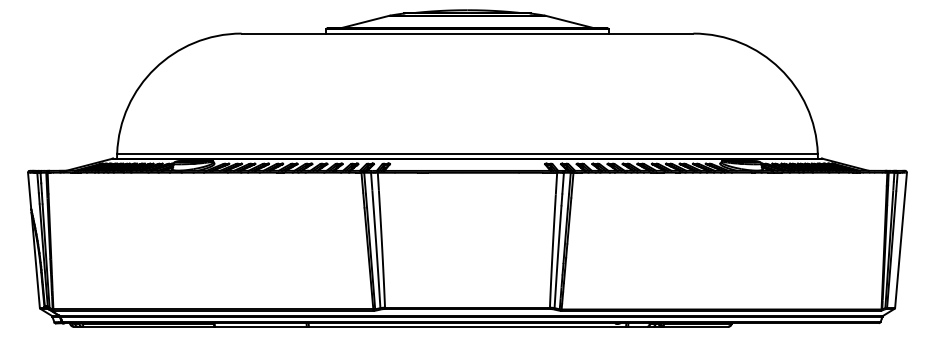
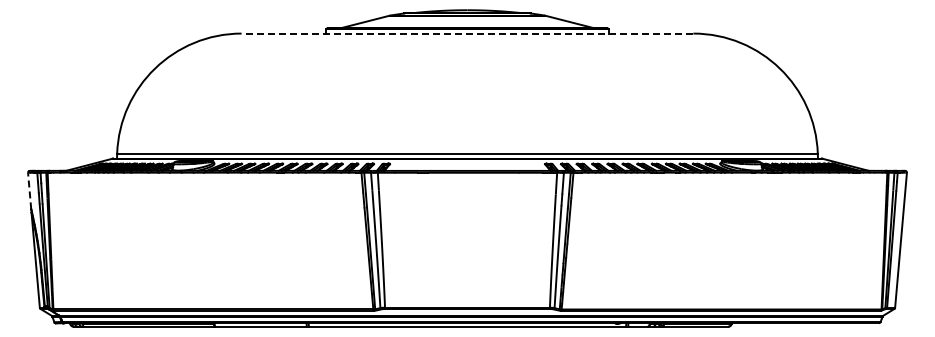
line at (467, 33): solid -> dashed
line at (29, 190): solid -> dashed
